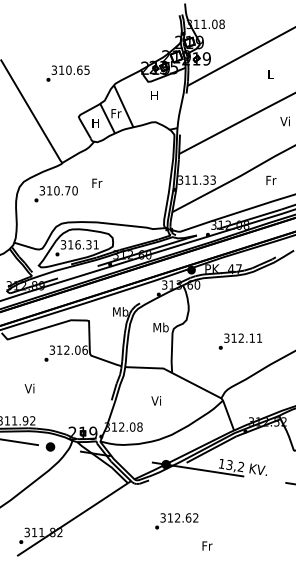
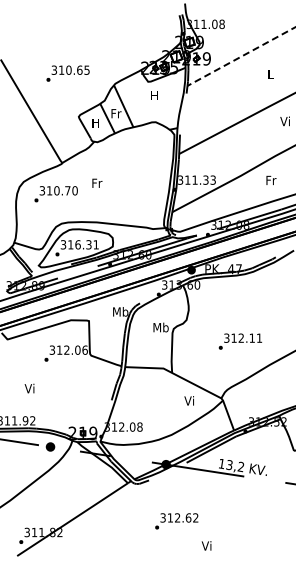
line at (241, 56): solid -> dashed
text at (155, 400) position: (155, 400) -> (188, 400)
text at (206, 545): Fr -> Vi
